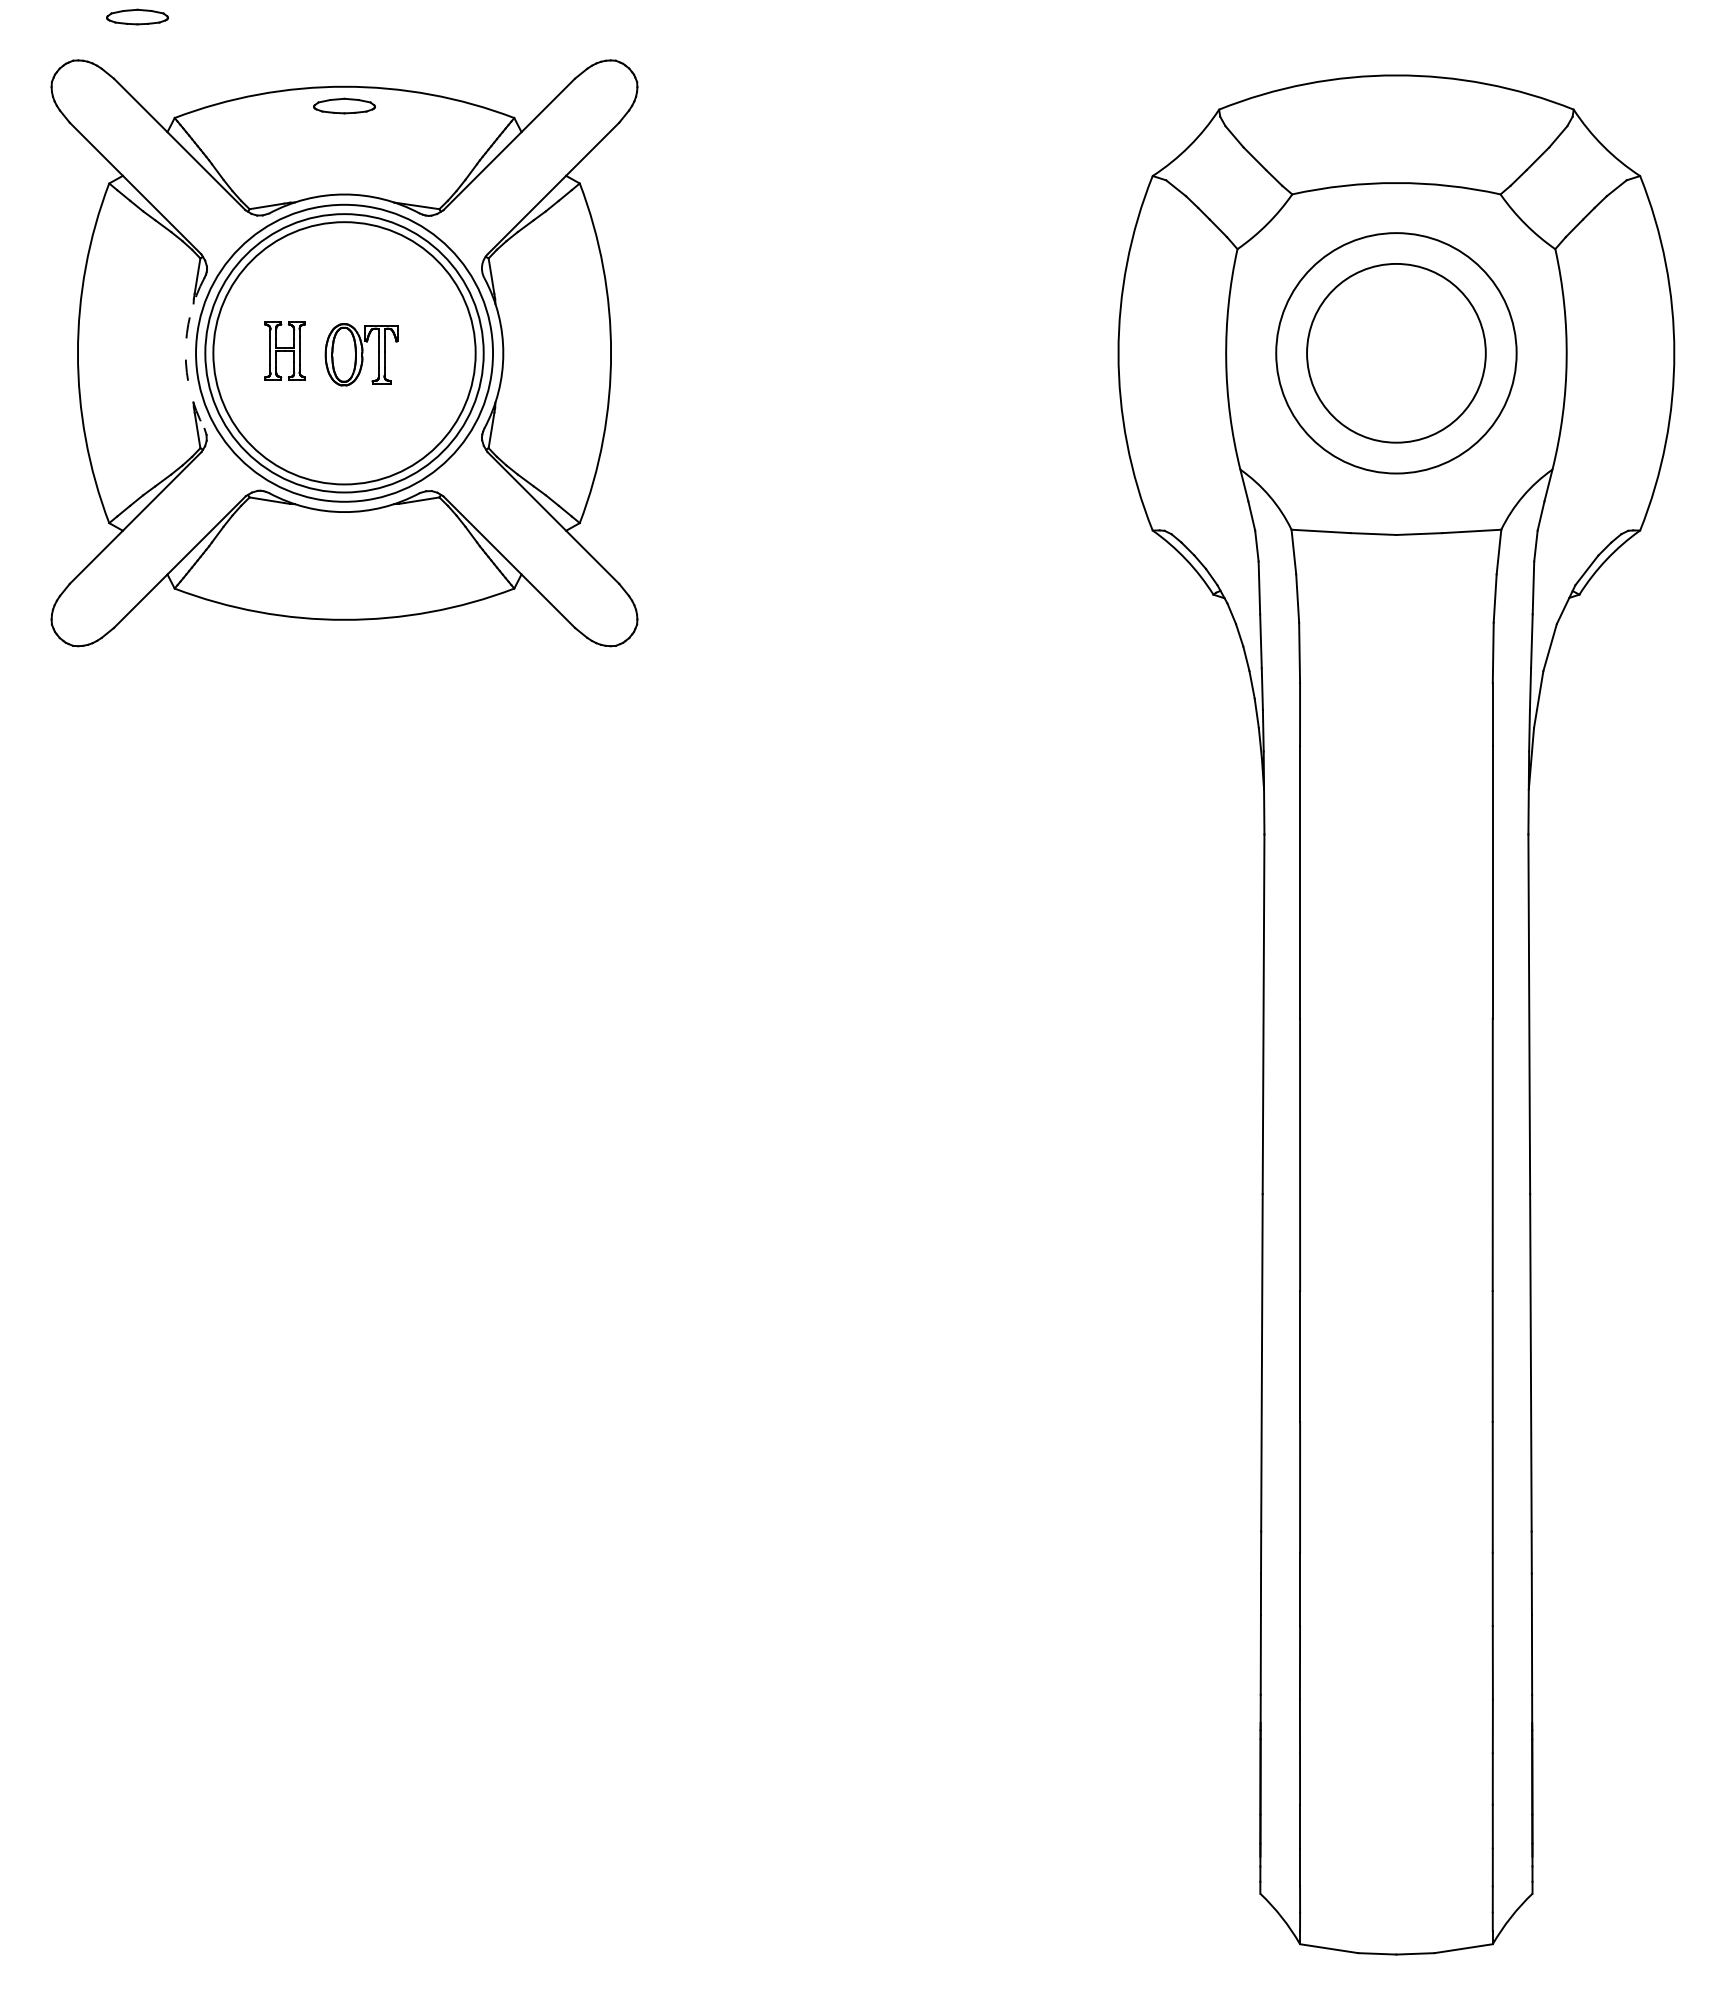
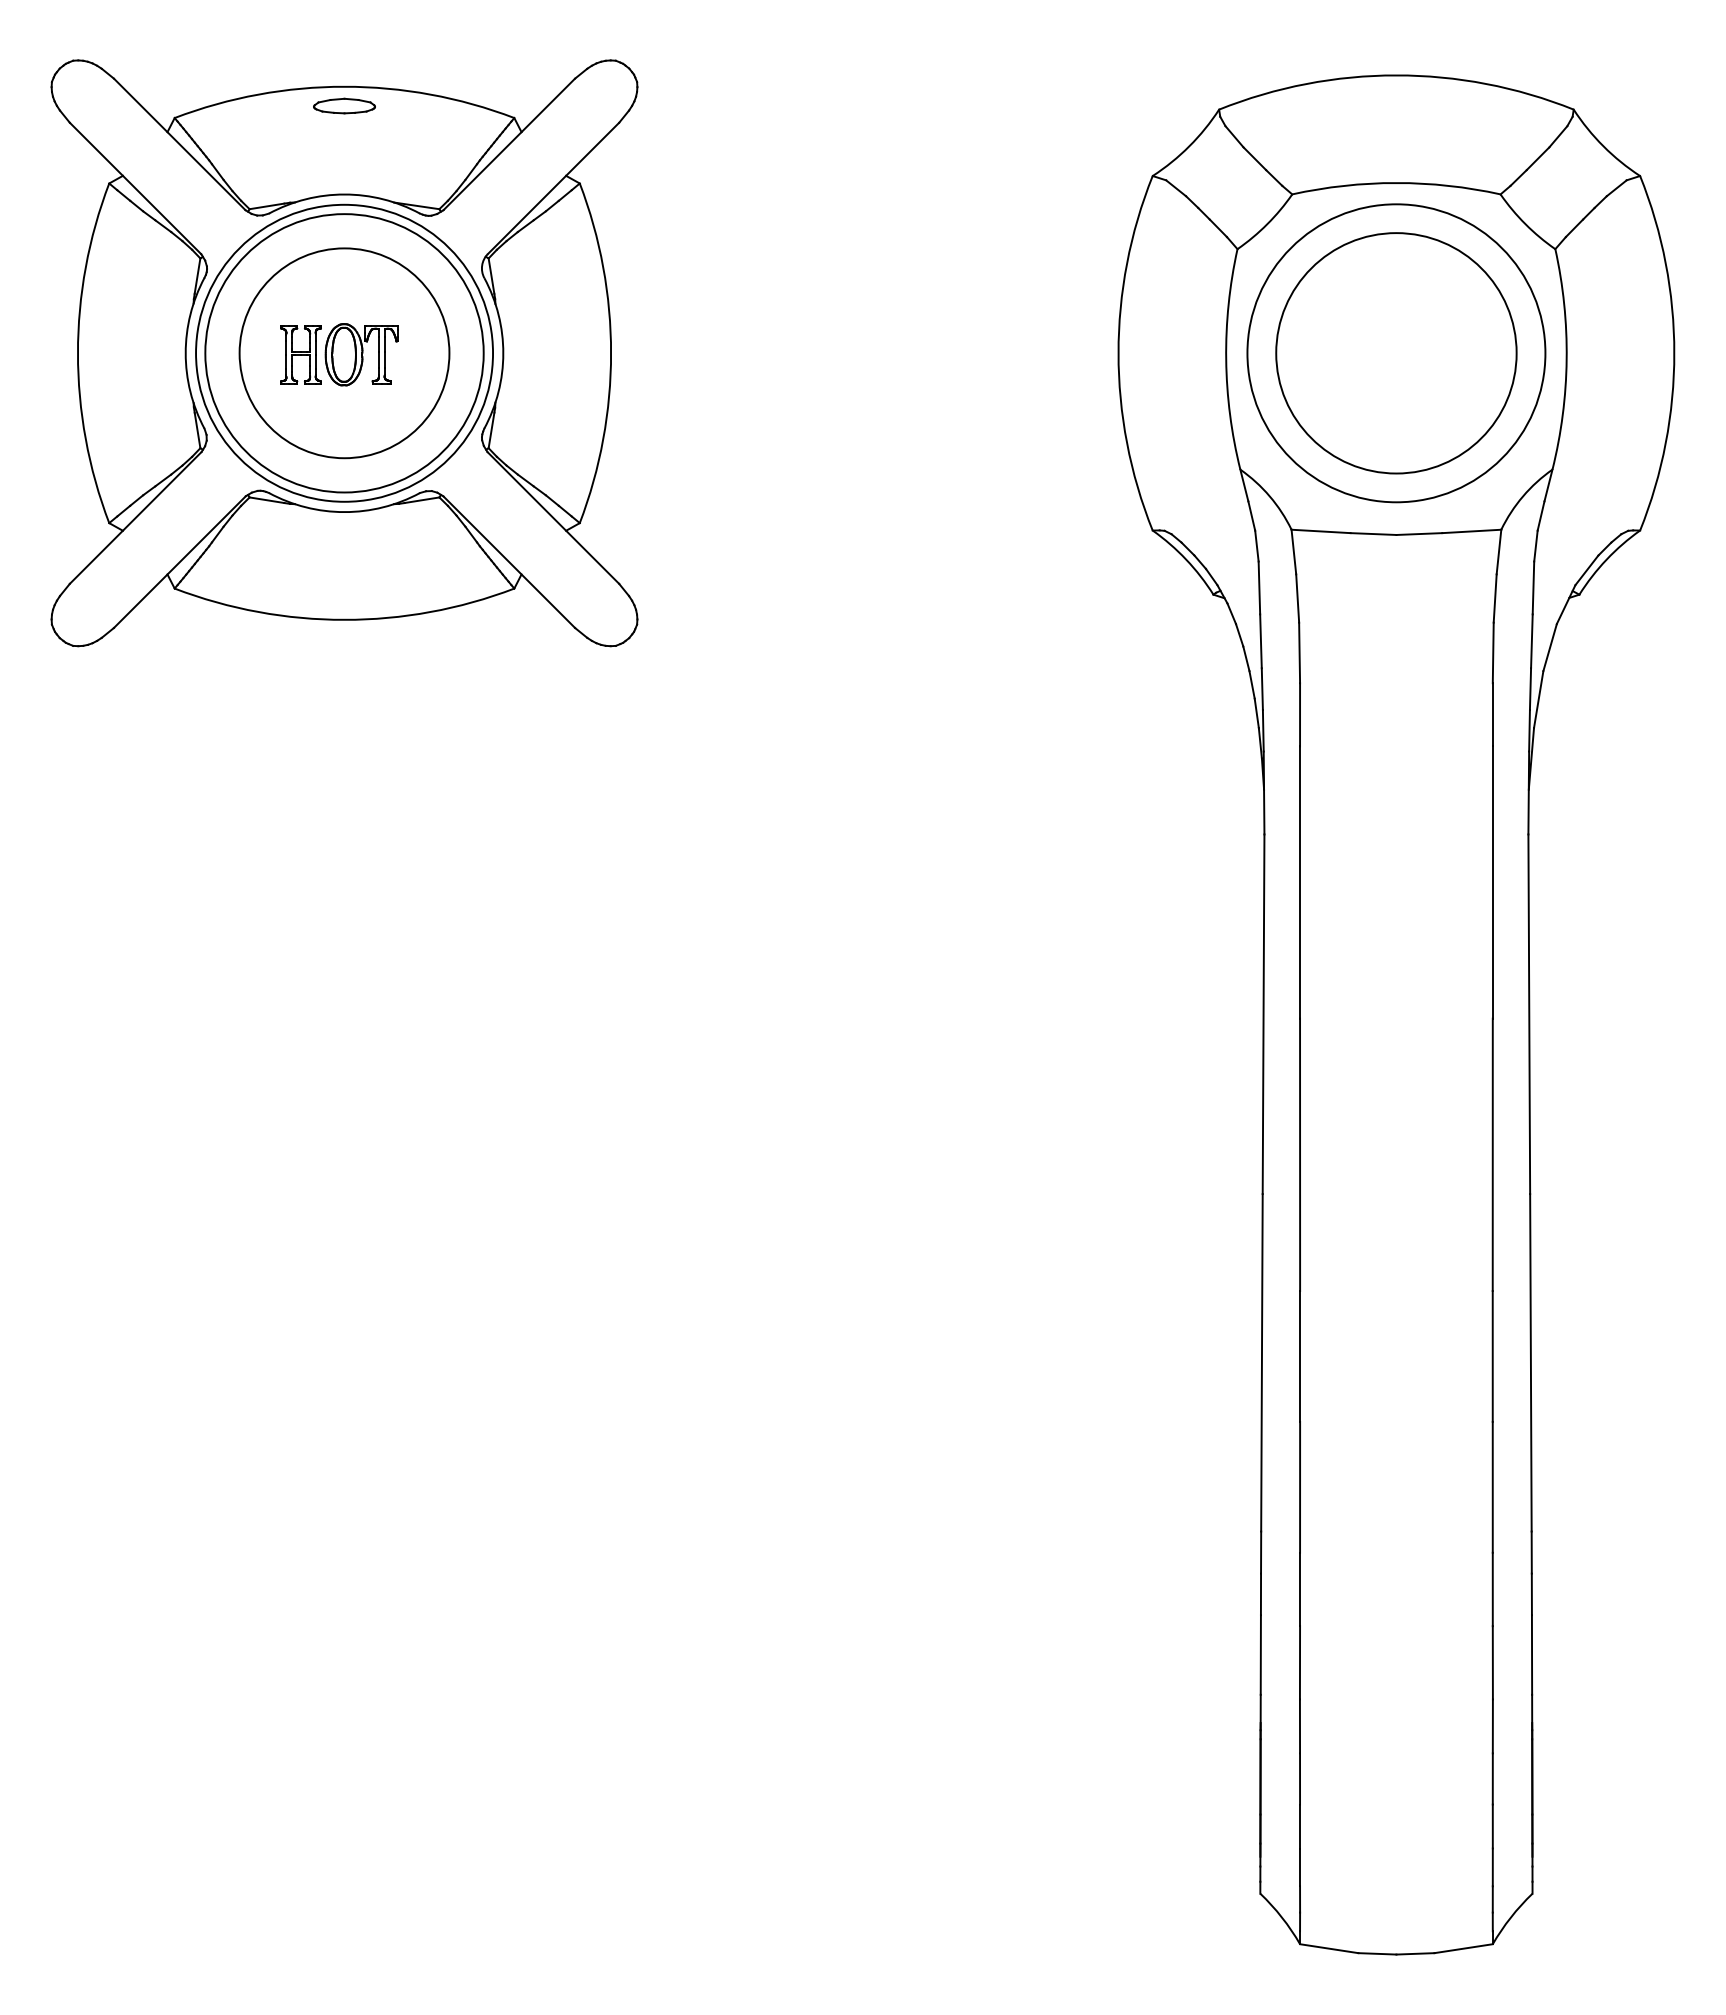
part at (137, 16): present -> none
part at (284, 350) position: (284, 350) -> (300, 354)
circle at (1396, 352) diameter: 179 px -> 298 px
arc at (185, 353): dashed -> solid
circle at (344, 353) diameter: 262 px -> 210 px
